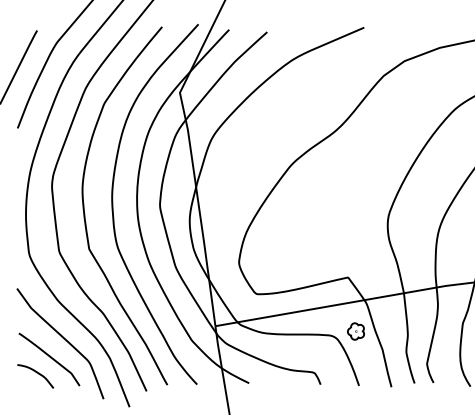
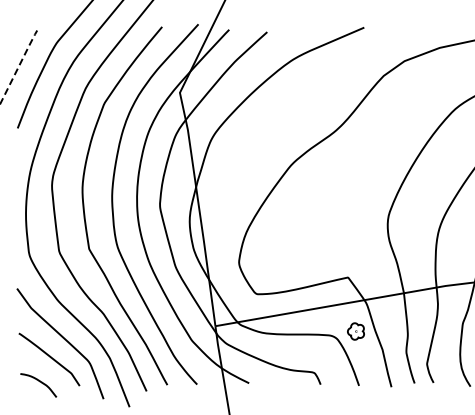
line at (19, 65): solid -> dashed
curve at (36, 373) position: (36, 373) -> (39, 382)
